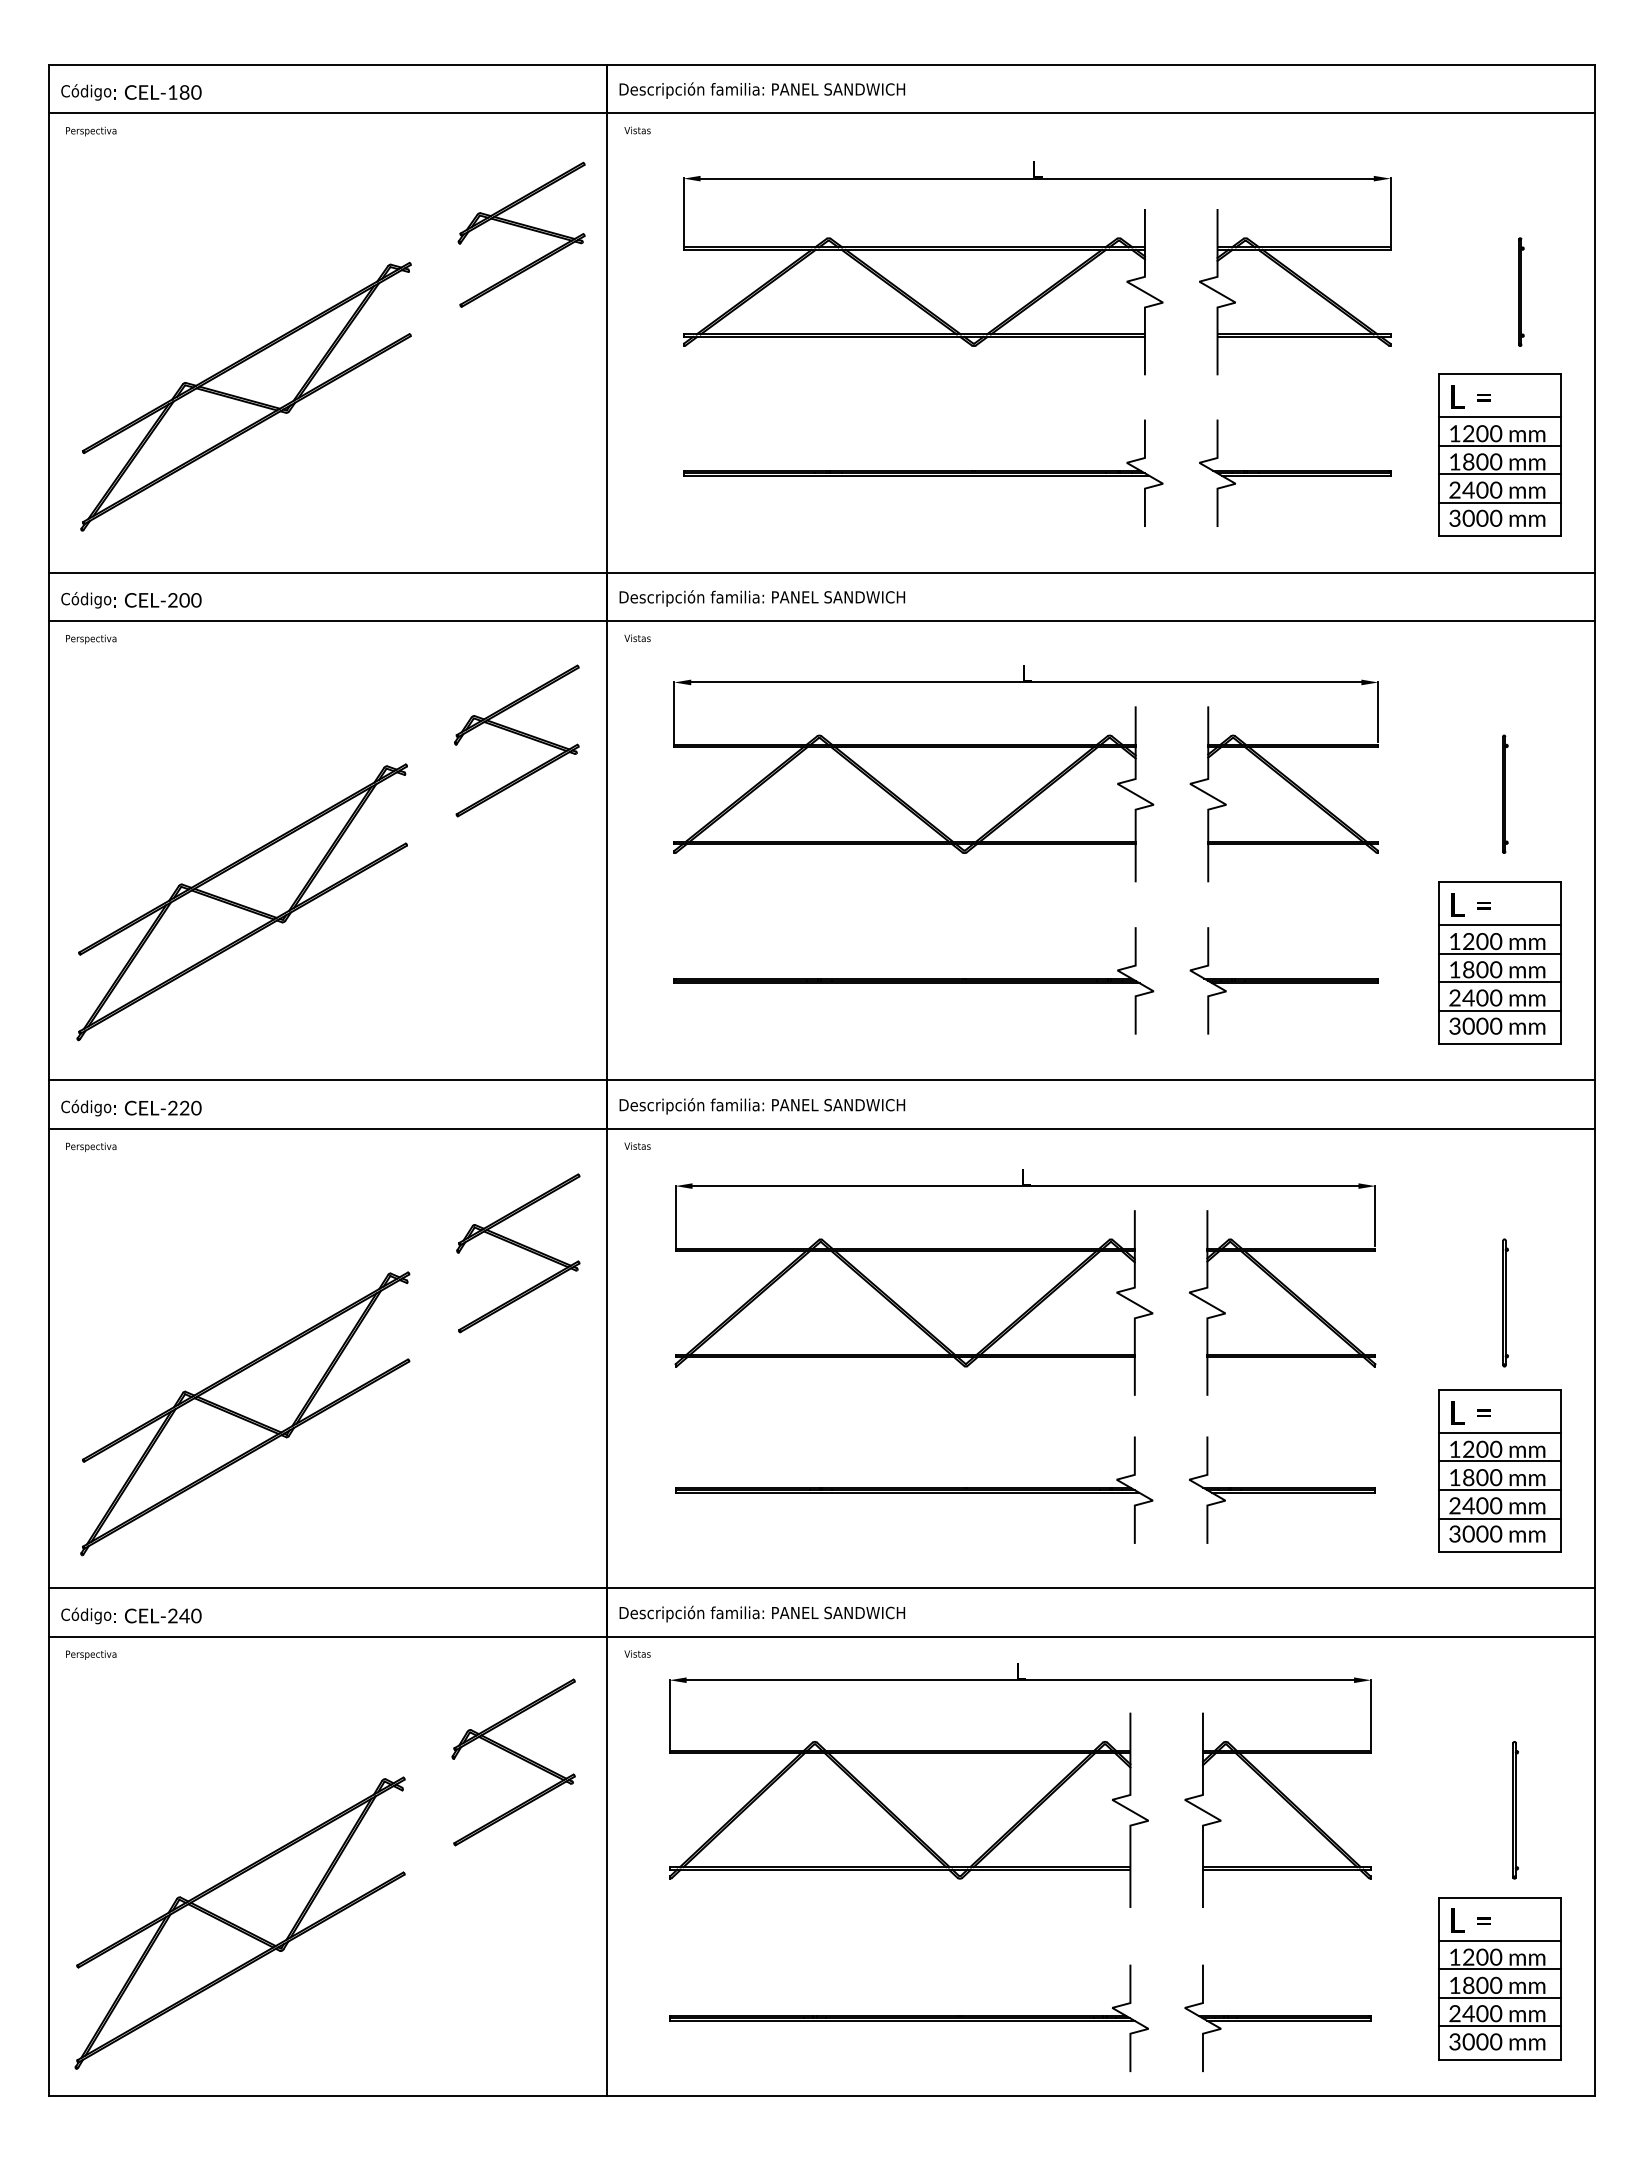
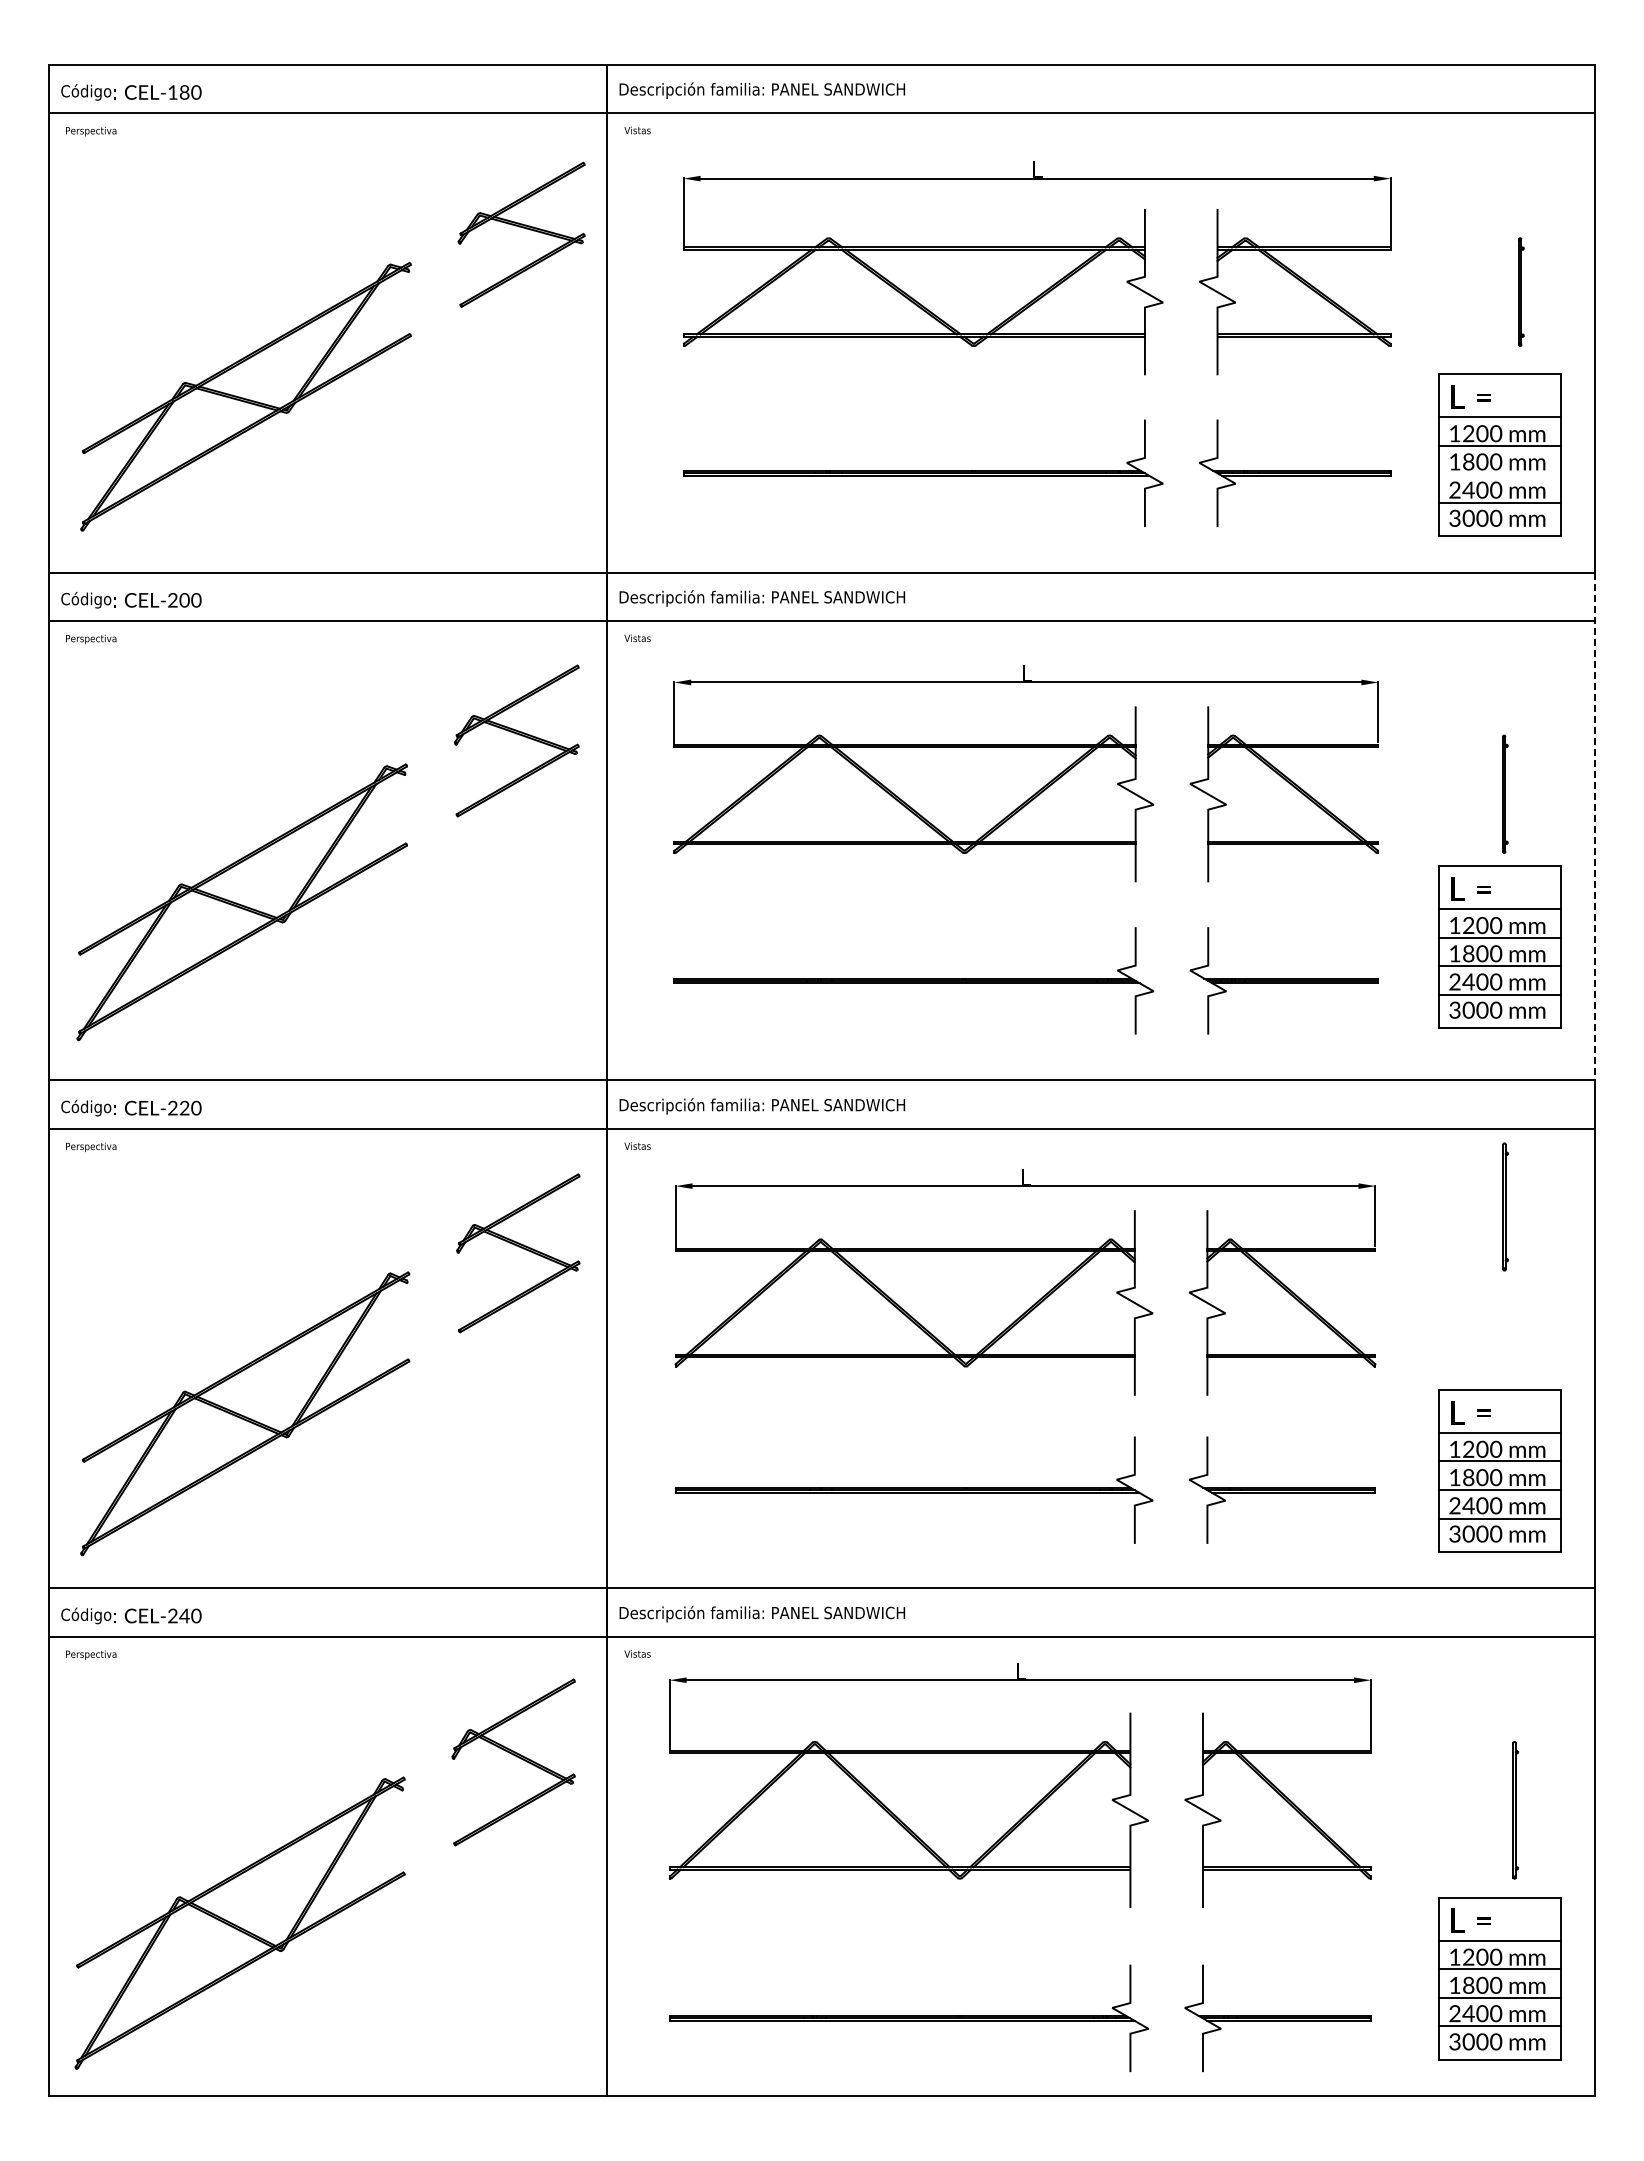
line at (1499, 474): present -> none
line at (1594, 826): solid -> dashed
part at (1499, 962) position: (1499, 962) -> (1499, 946)
part at (1505, 1302) position: (1505, 1302) -> (1505, 1206)
